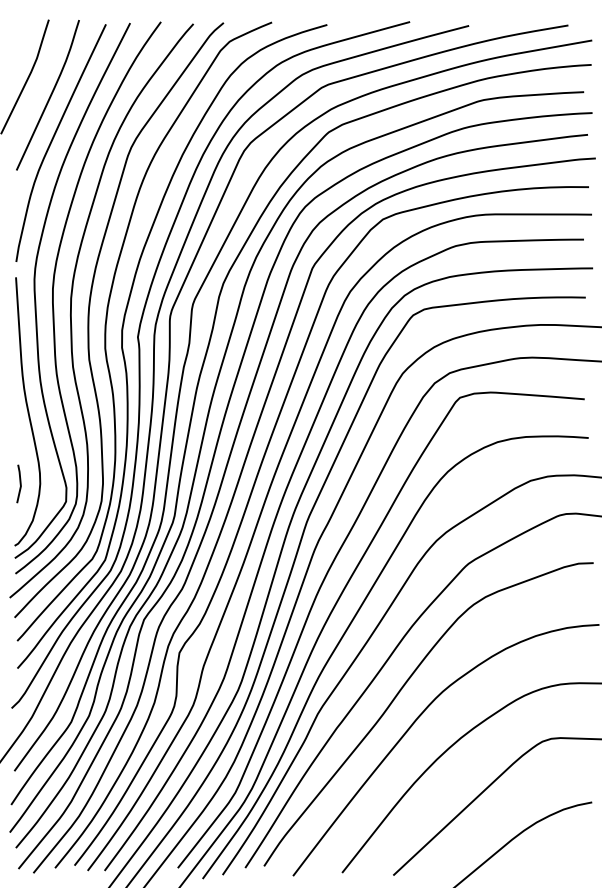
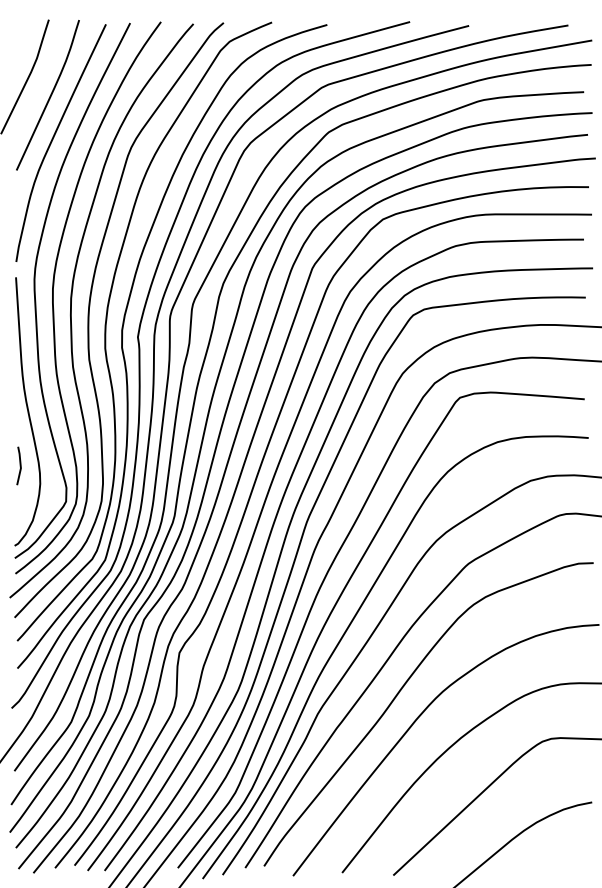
line at (19, 483) position: (19, 483) -> (19, 465)
